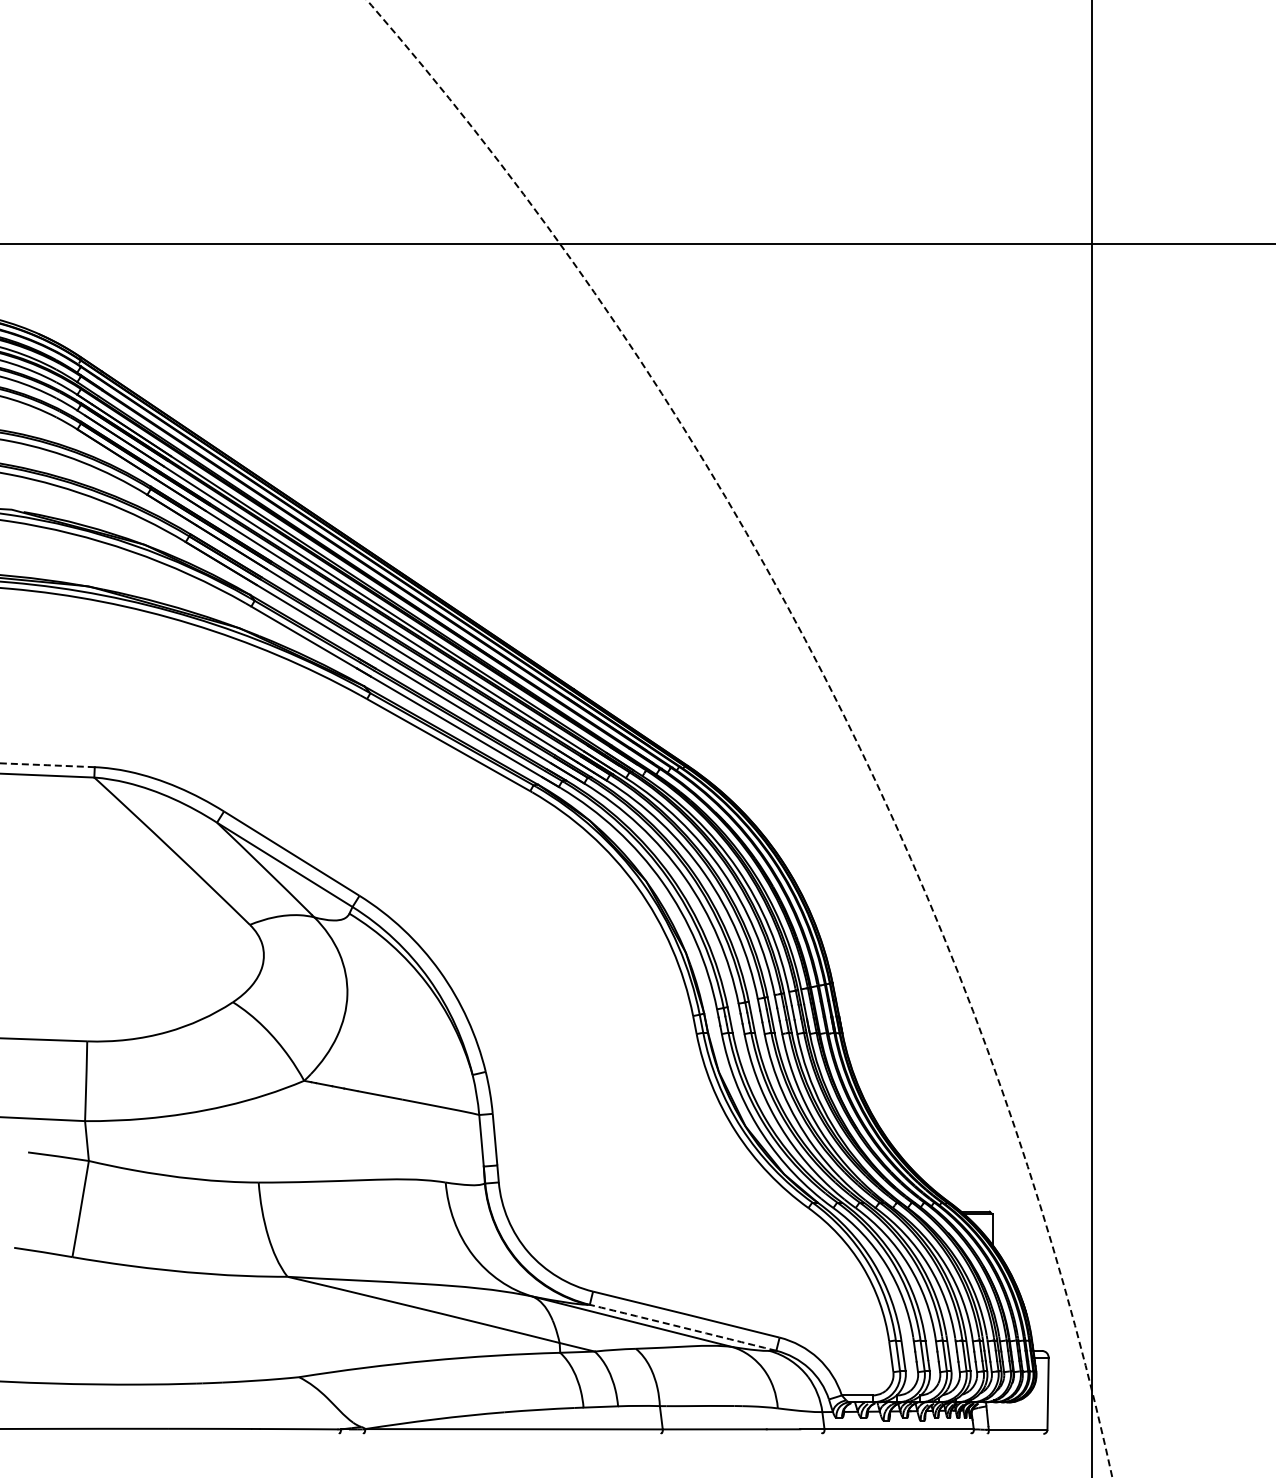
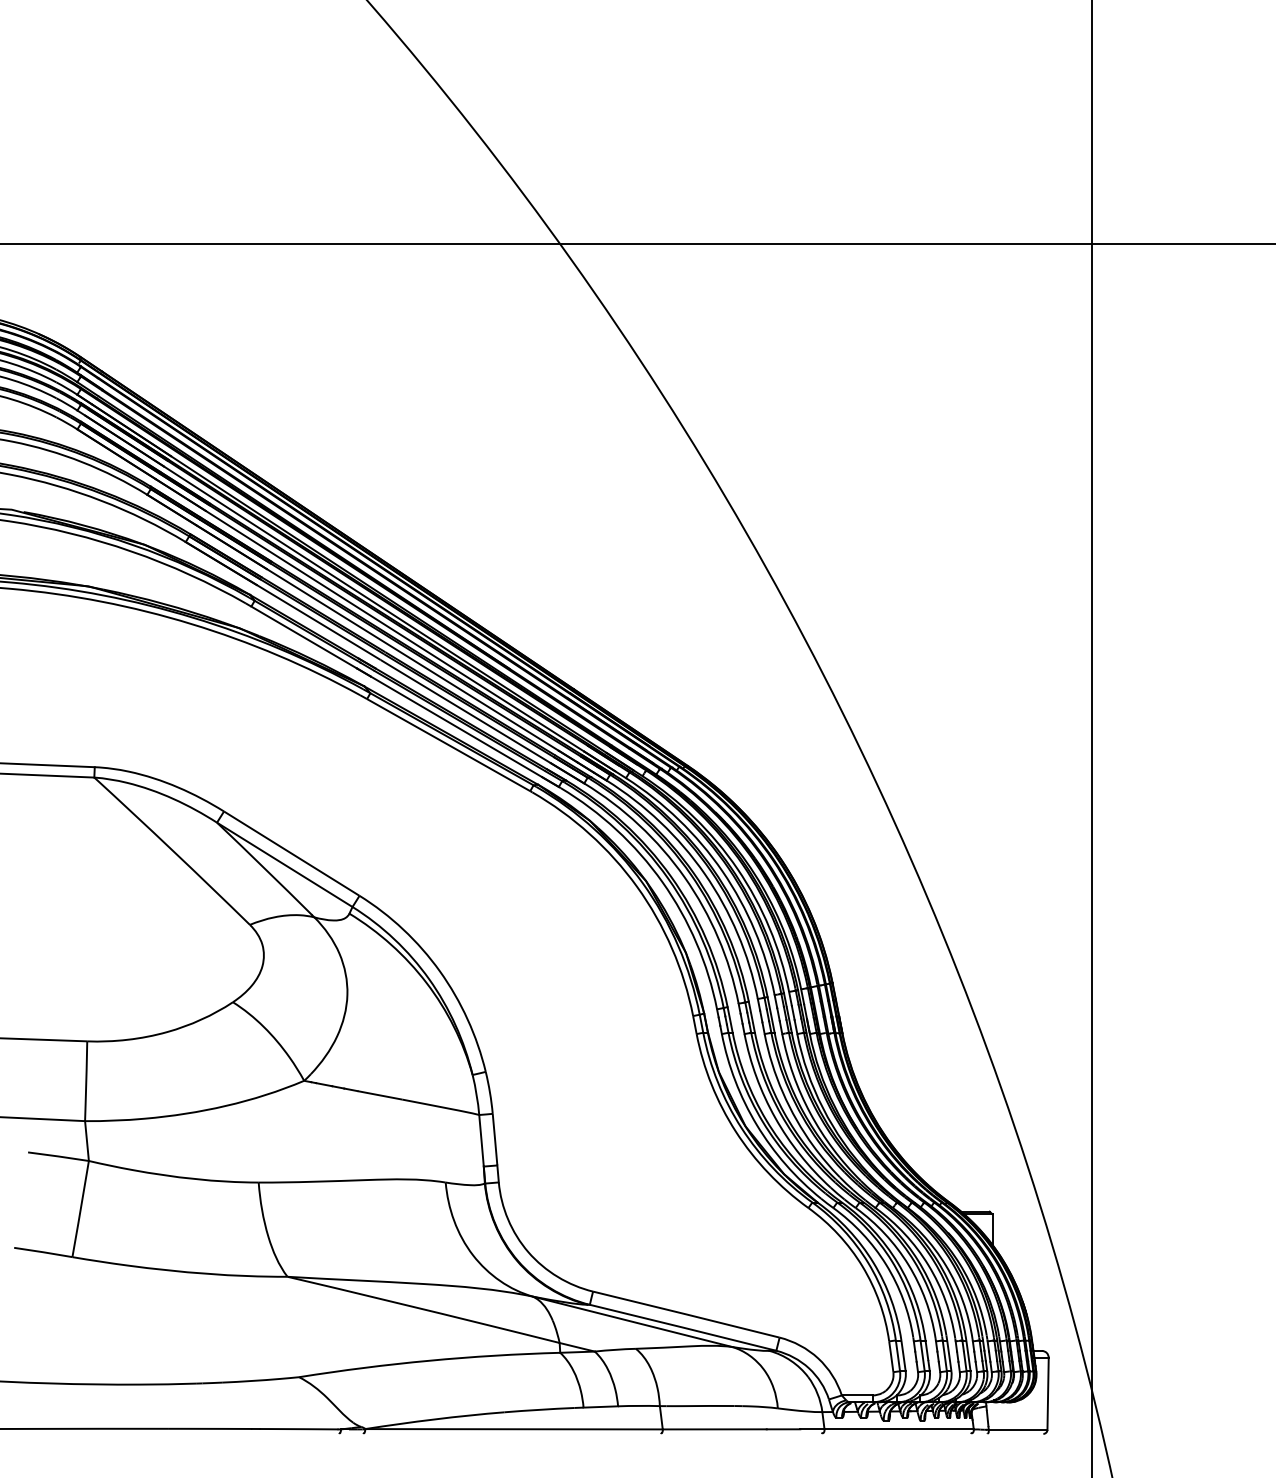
circle at (739, 738): dashed -> solid
arc at (47, 765): dashed -> solid
arc at (683, 1327): dashed -> solid
